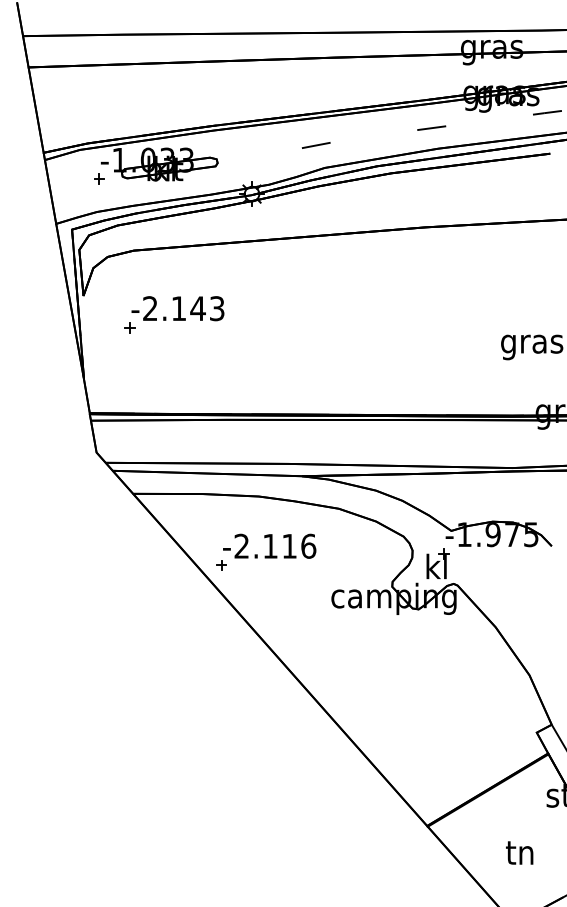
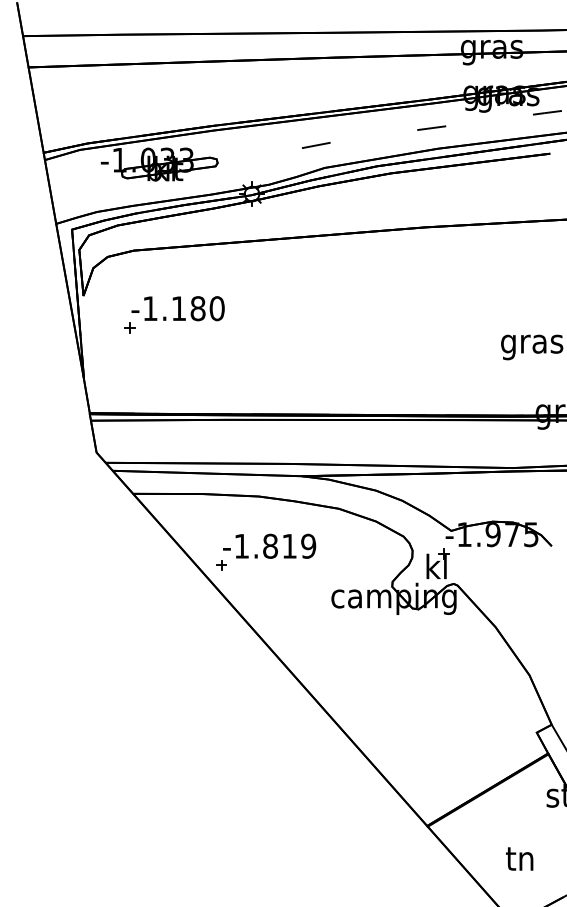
part at (99, 178): present -> none
text at (183, 308): -2.143 -> -1.180
text at (275, 545): -2.116 -> -1.819
text at (519, 852) position: (519, 852) -> (519, 858)
